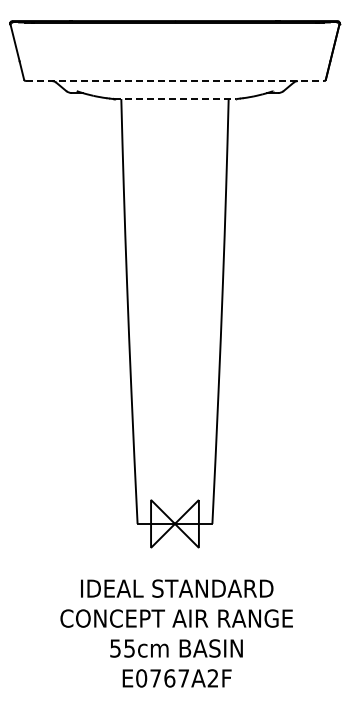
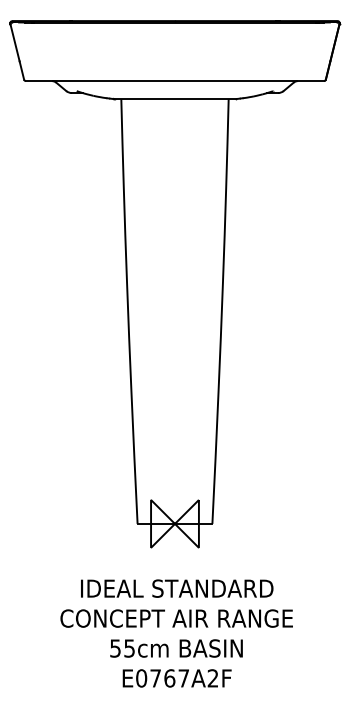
line at (175, 81): dashed -> solid
line at (175, 99): dashed -> solid
